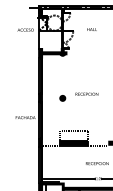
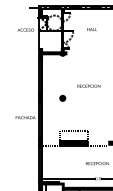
text at (86, 93) position: (86, 93) -> (88, 85)
